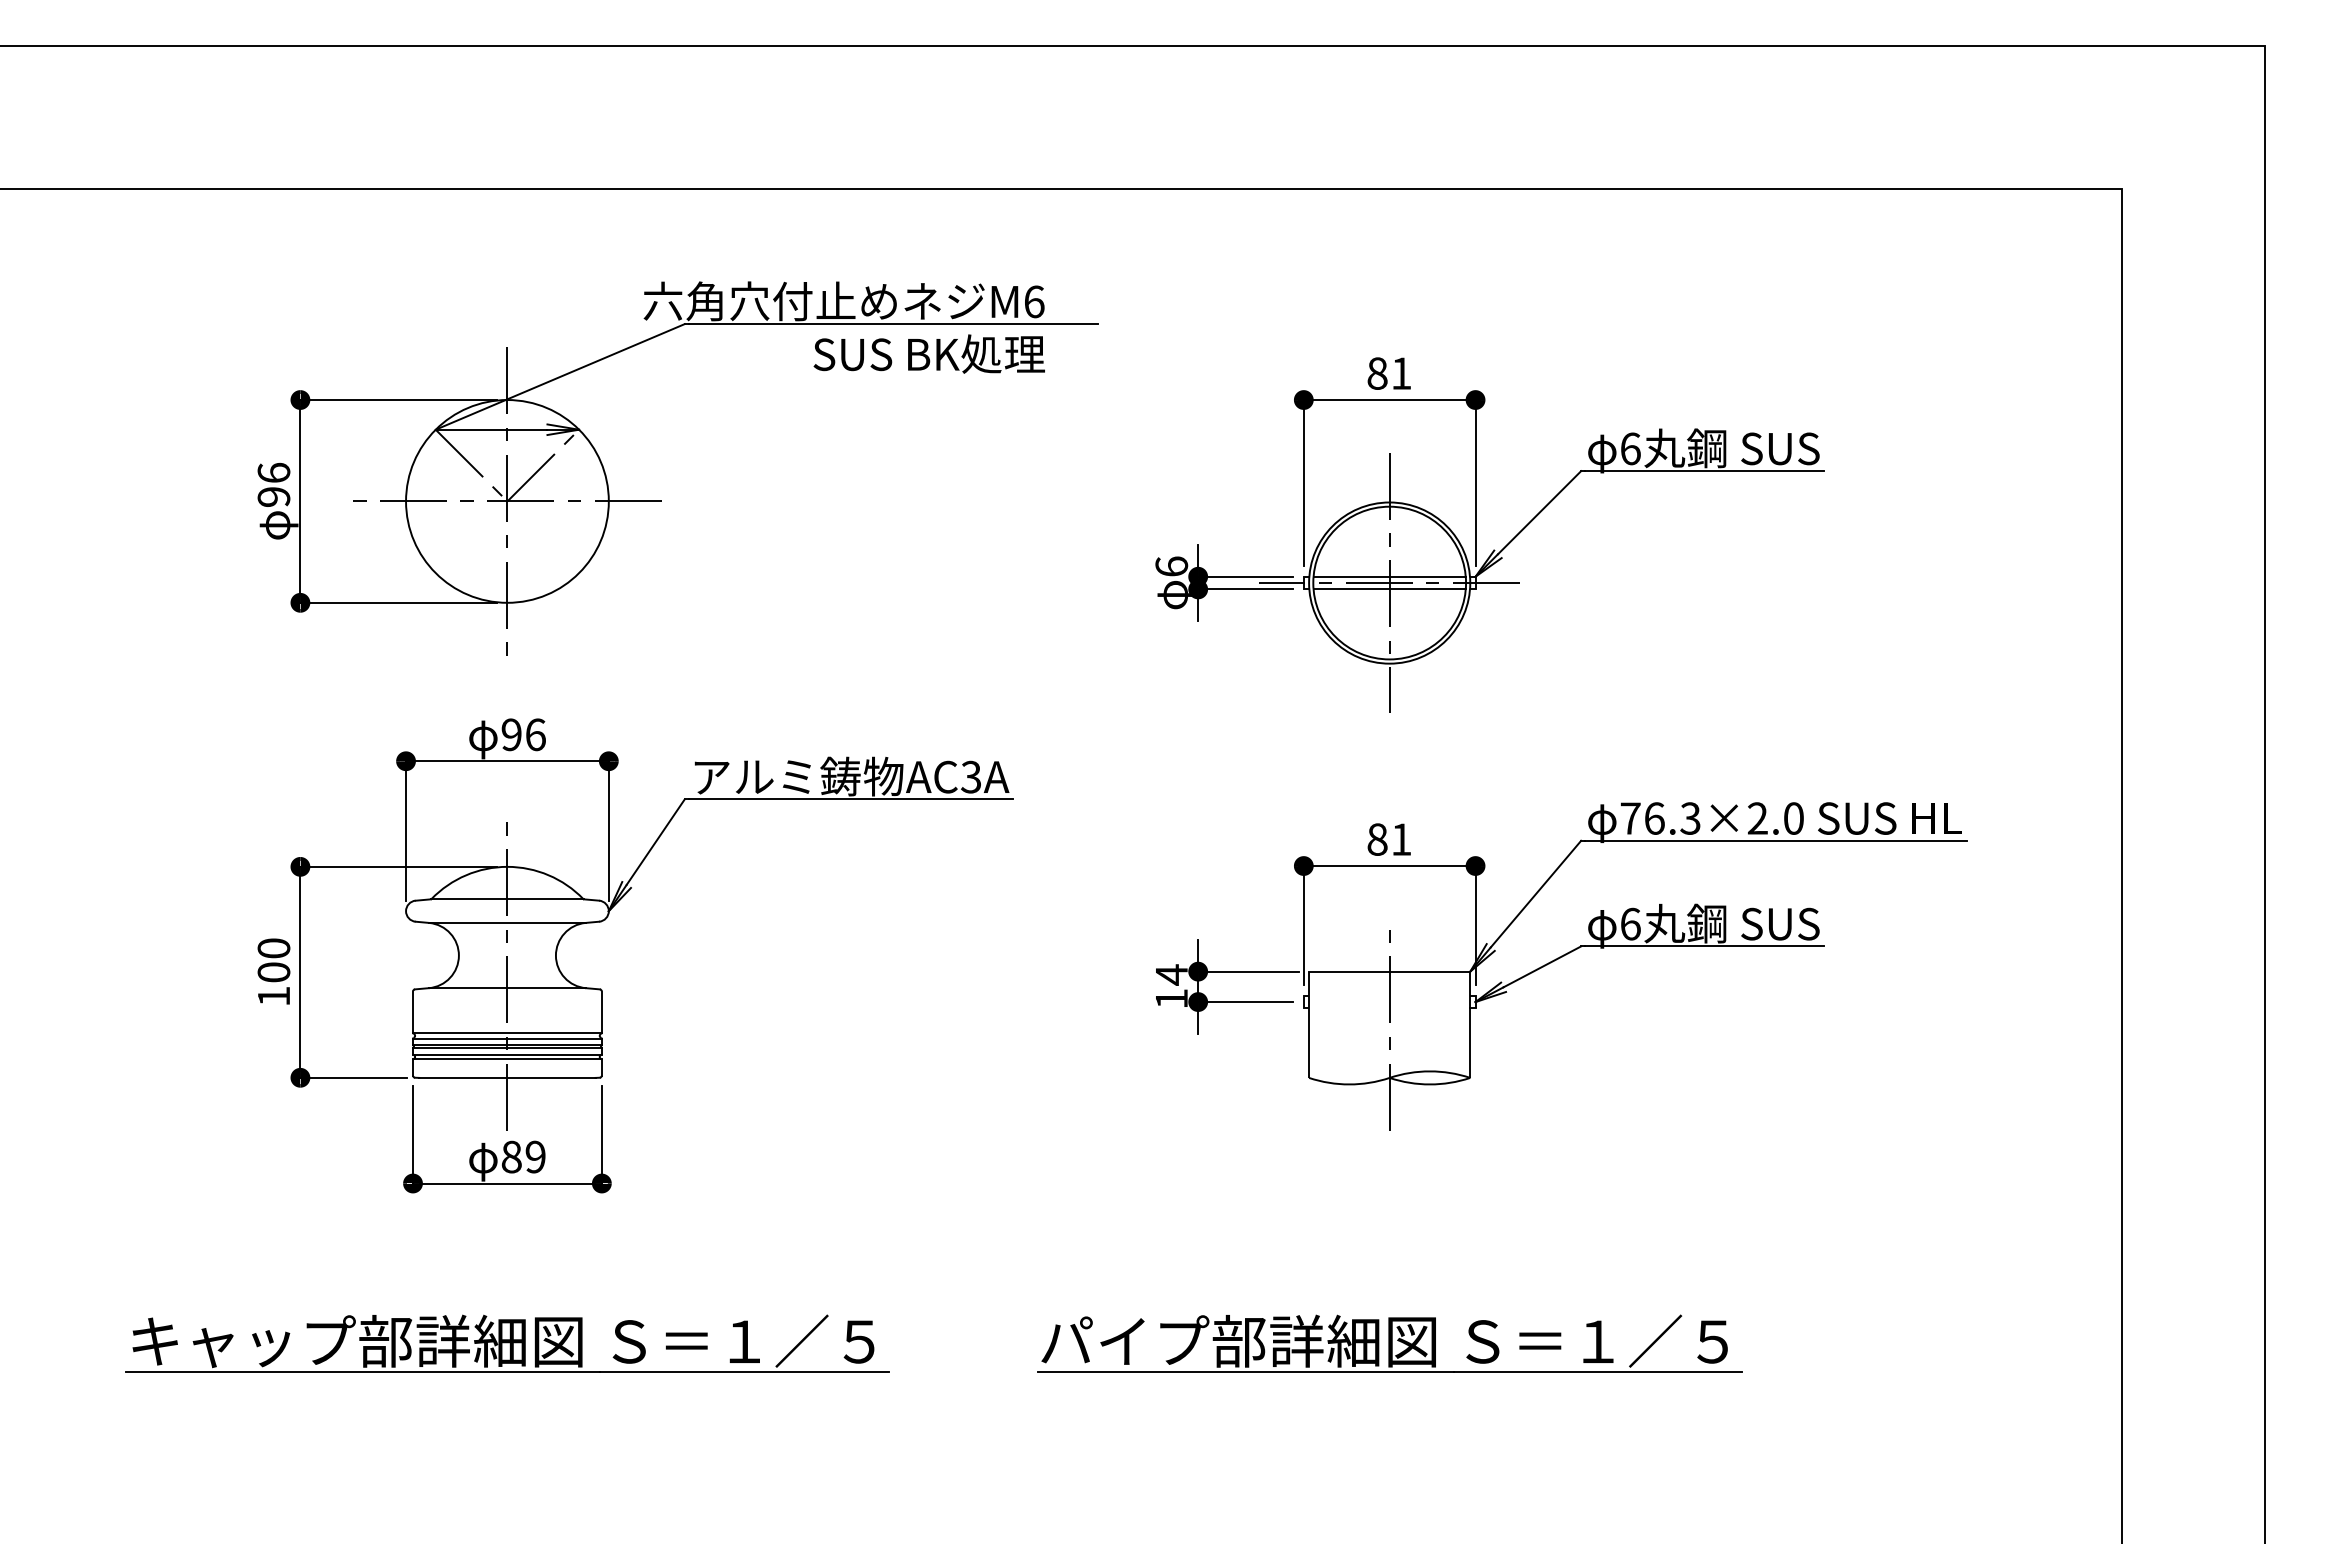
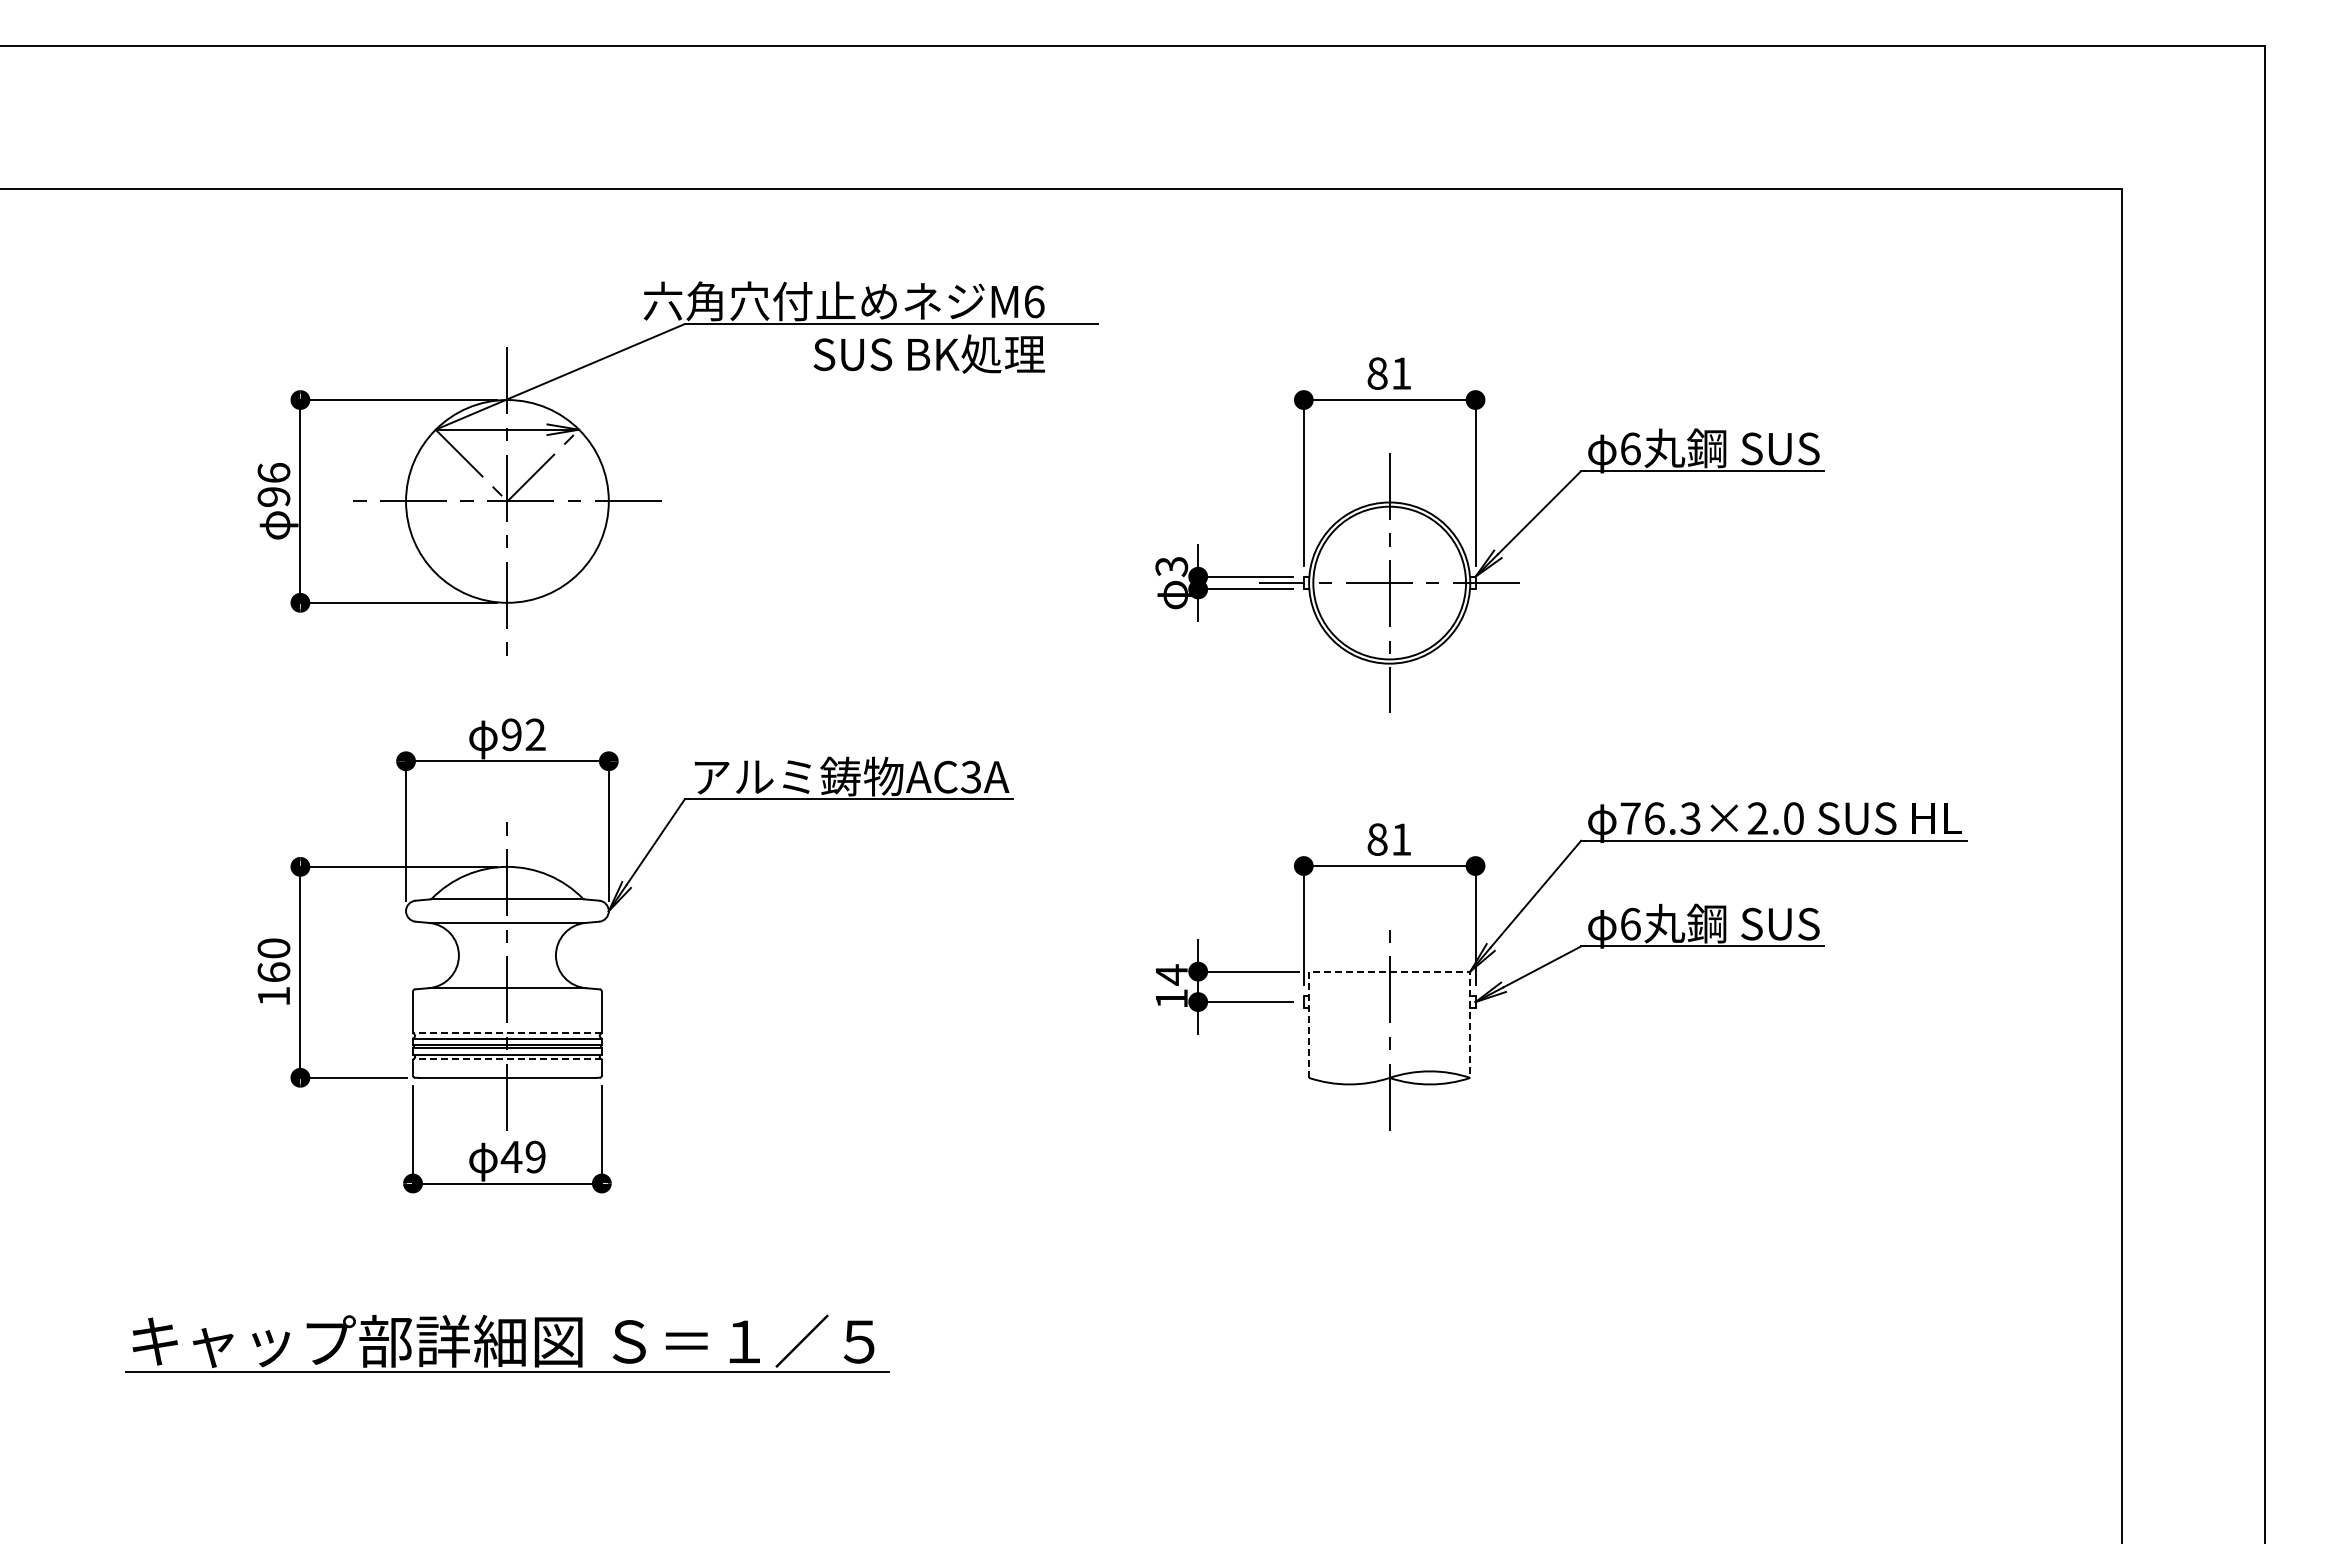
text at (1171, 566): 6 -> 3
line at (1389, 576): present -> none
line at (1389, 589): present -> none
text at (535, 734): 96 -> 92
line at (1389, 971): solid -> dashed
text at (273, 972): 100 -> 160
line at (506, 1032): solid -> dashed
line at (506, 1059): solid -> dashed
text at (511, 1156): 89 -> 49
part at (1389, 1343): present -> none
